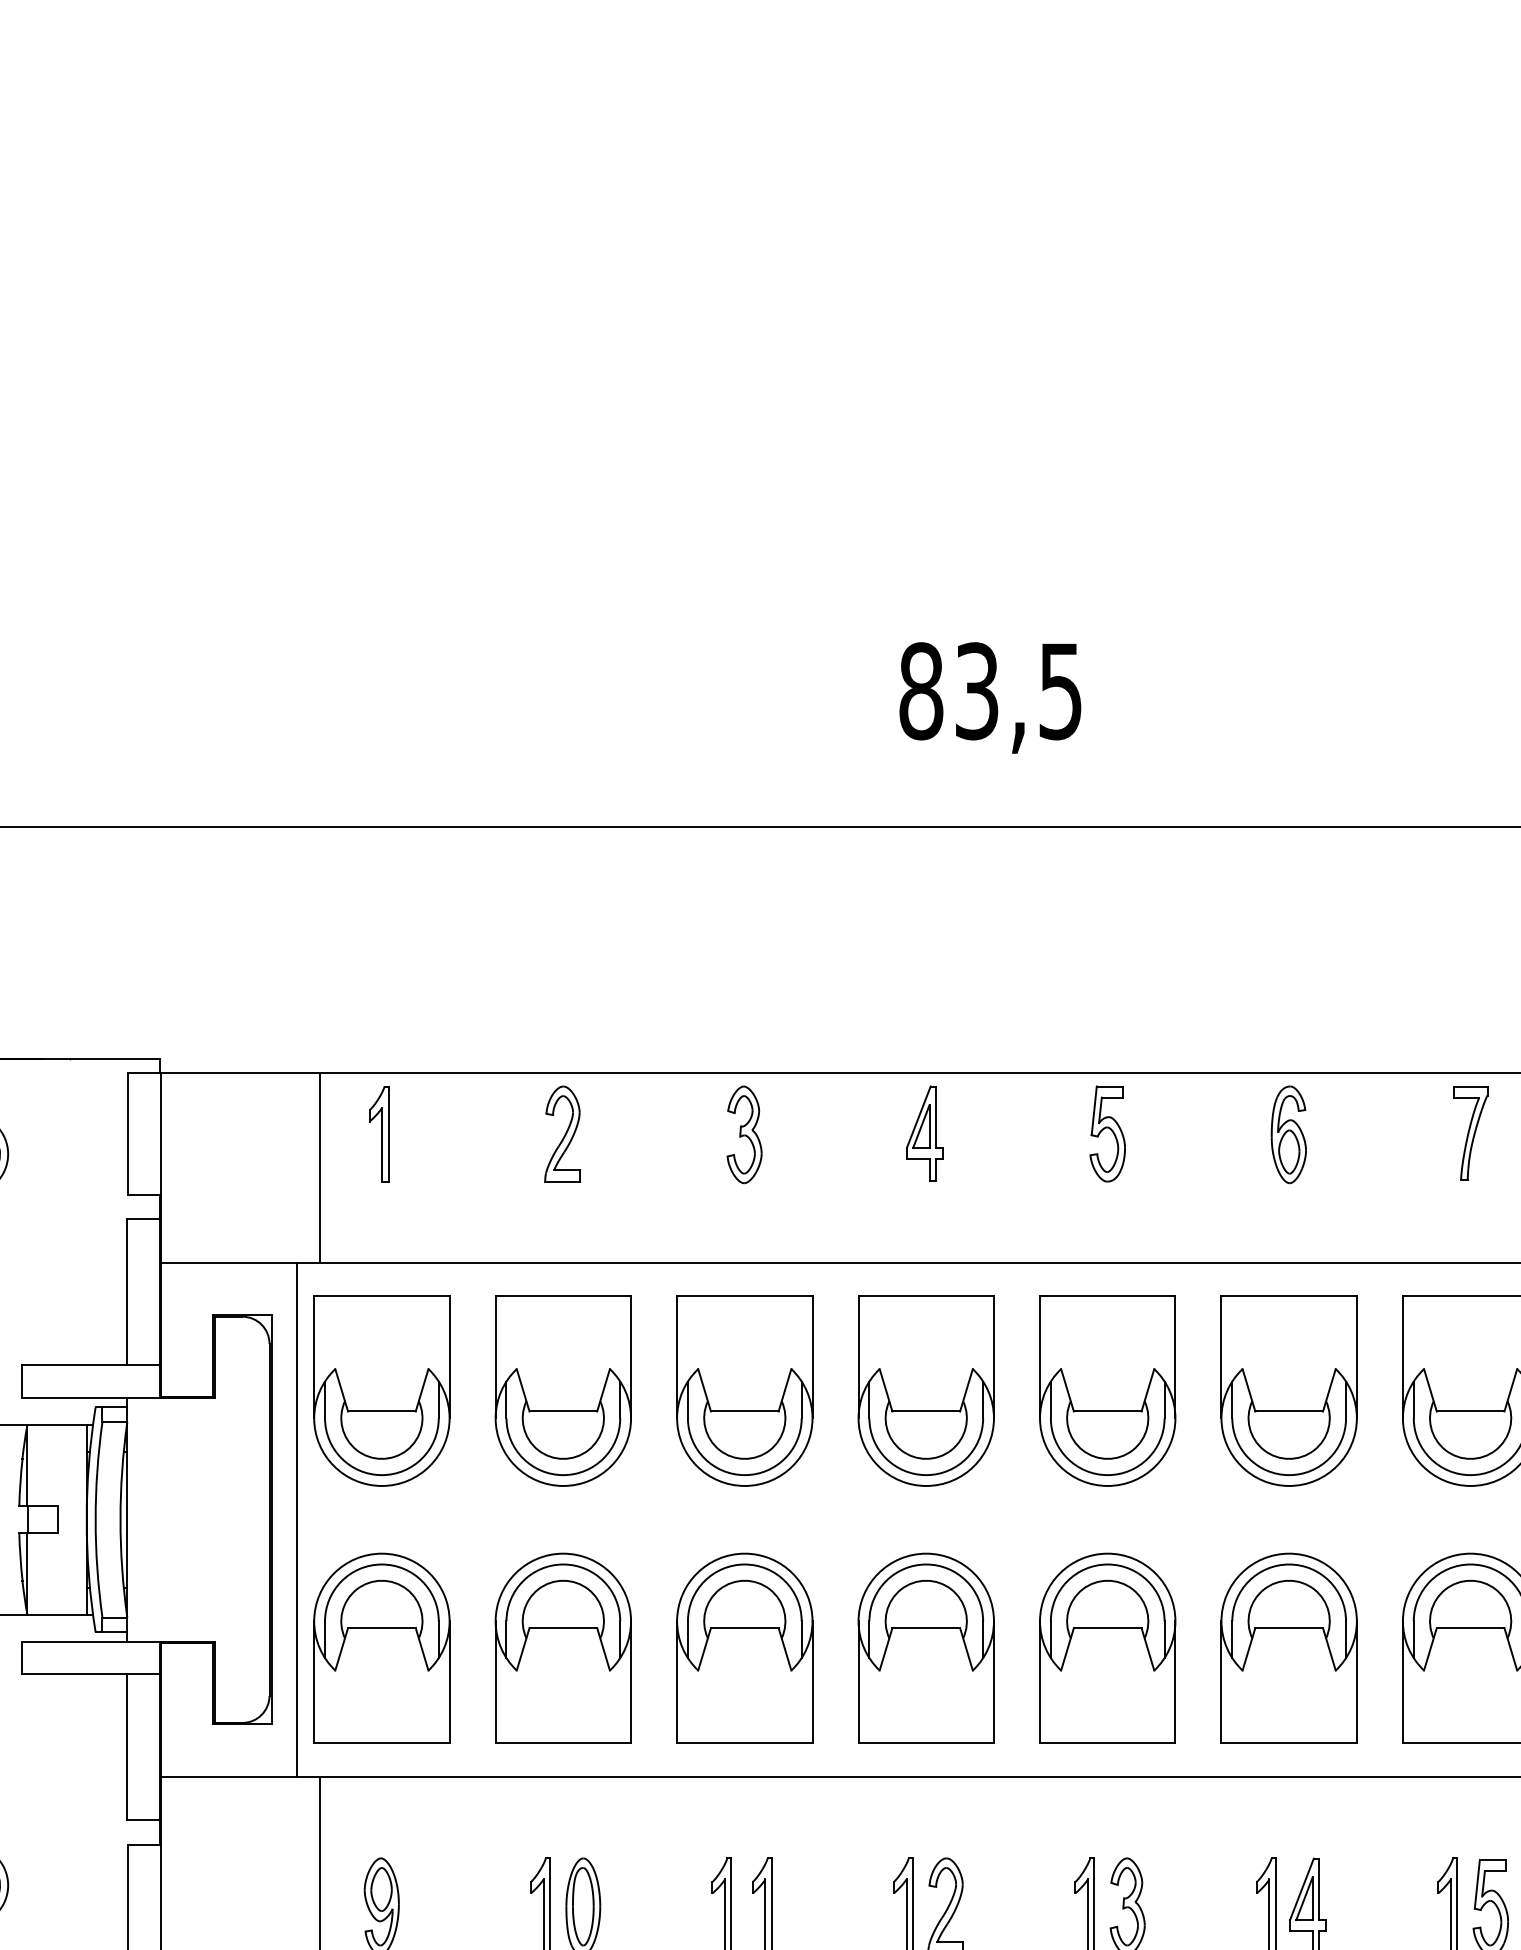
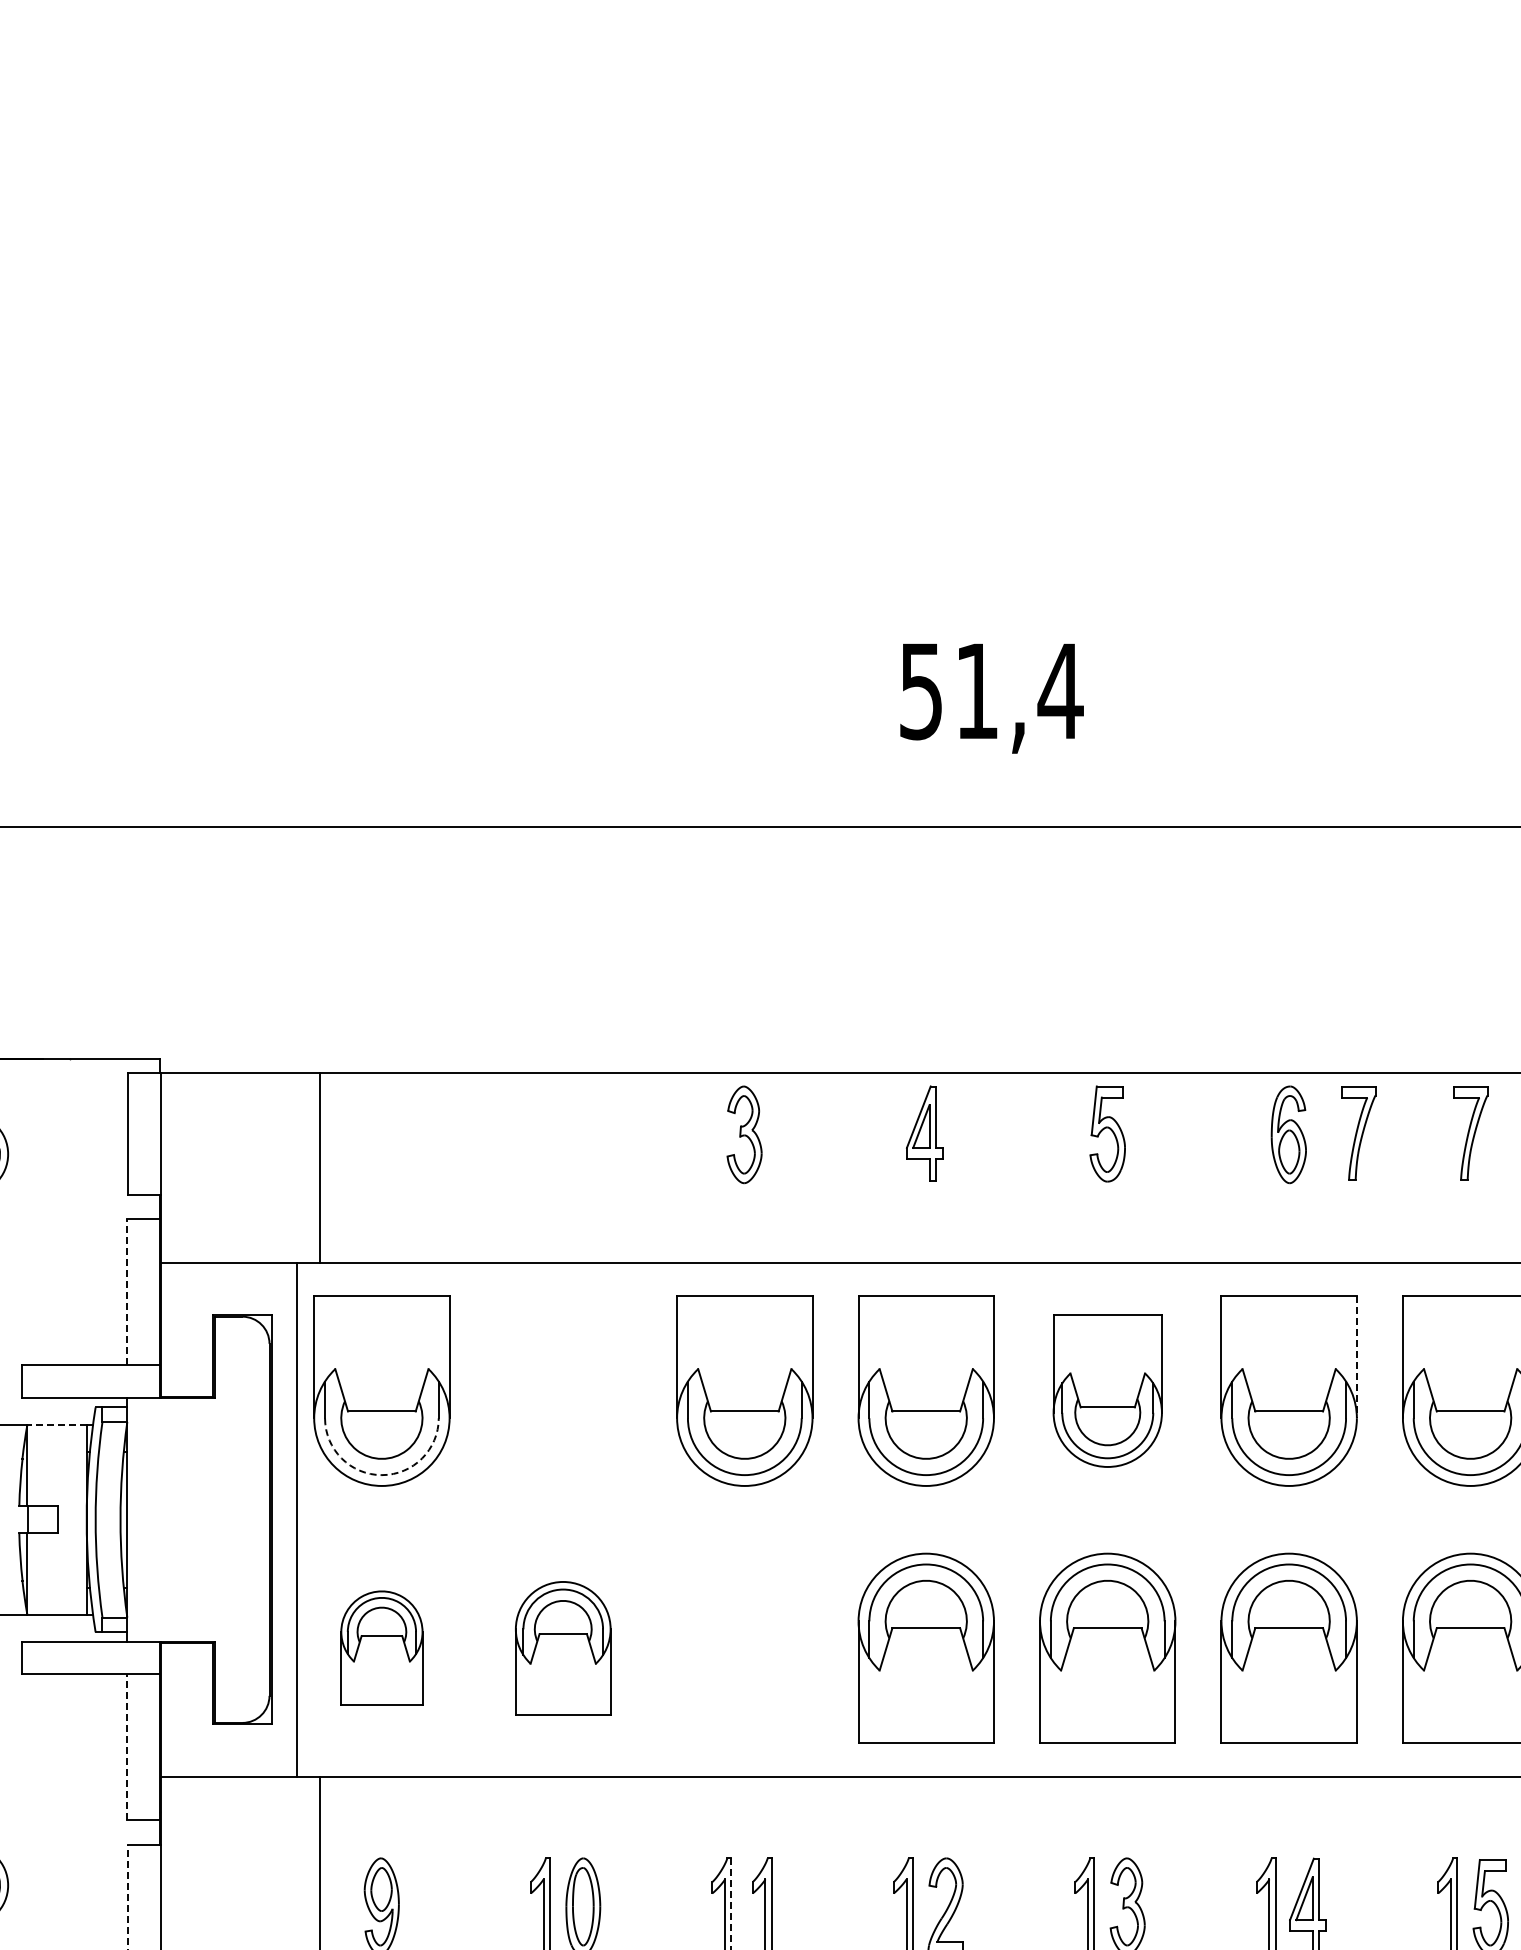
text at (991, 691): 83,5 -> 51,4
part at (562, 1133): present -> none
part at (1358, 1133): none -> present
part at (379, 1134): present -> none
line at (127, 1291): solid -> dashed
line at (1356, 1357): solid -> dashed
part at (562, 1390): present -> none
part at (1107, 1390) size: 138x192 px -> 111x154 px
line at (57, 1425): solid -> dashed
arc at (381, 1475): solid -> dashed
part at (381, 1647) size: 138x192 px -> 84x116 px
part at (562, 1647) size: 138x192 px -> 97x135 px
part at (744, 1647): present -> none
line at (127, 1746): solid -> dashed
line at (127, 1896): solid -> dashed
line at (731, 1903): solid -> dashed
